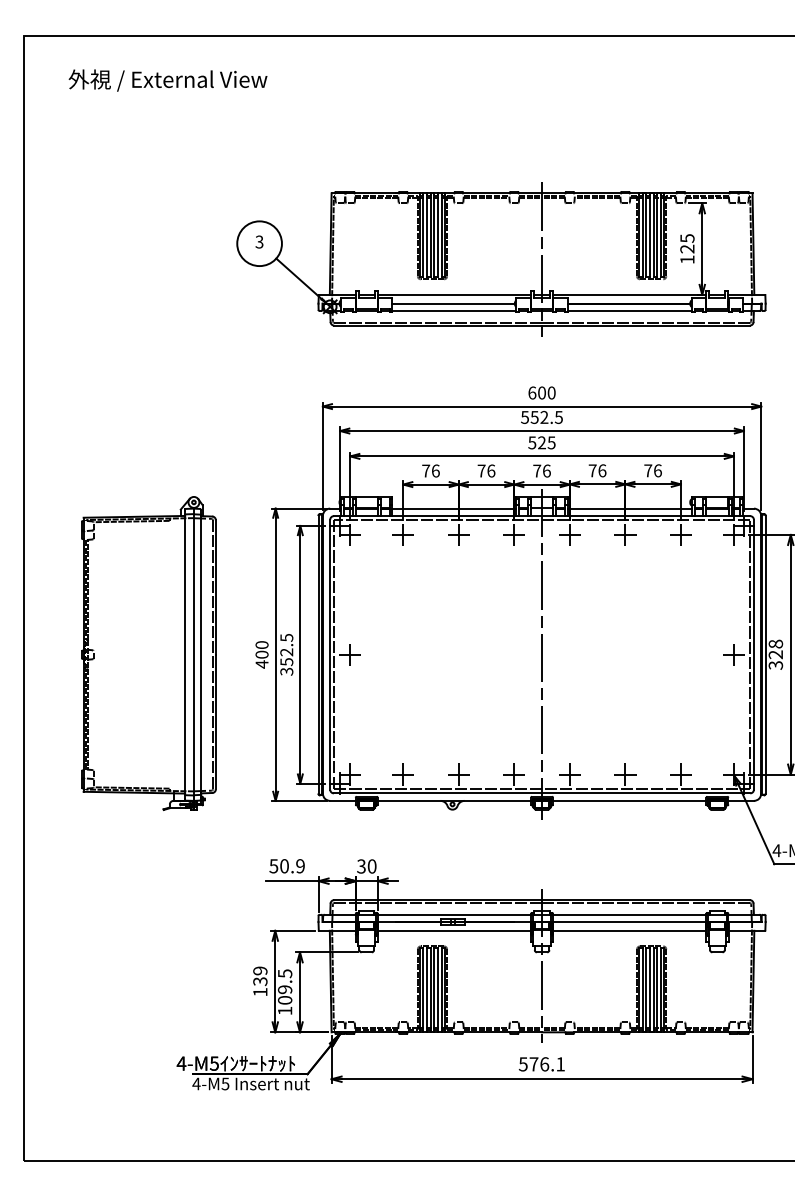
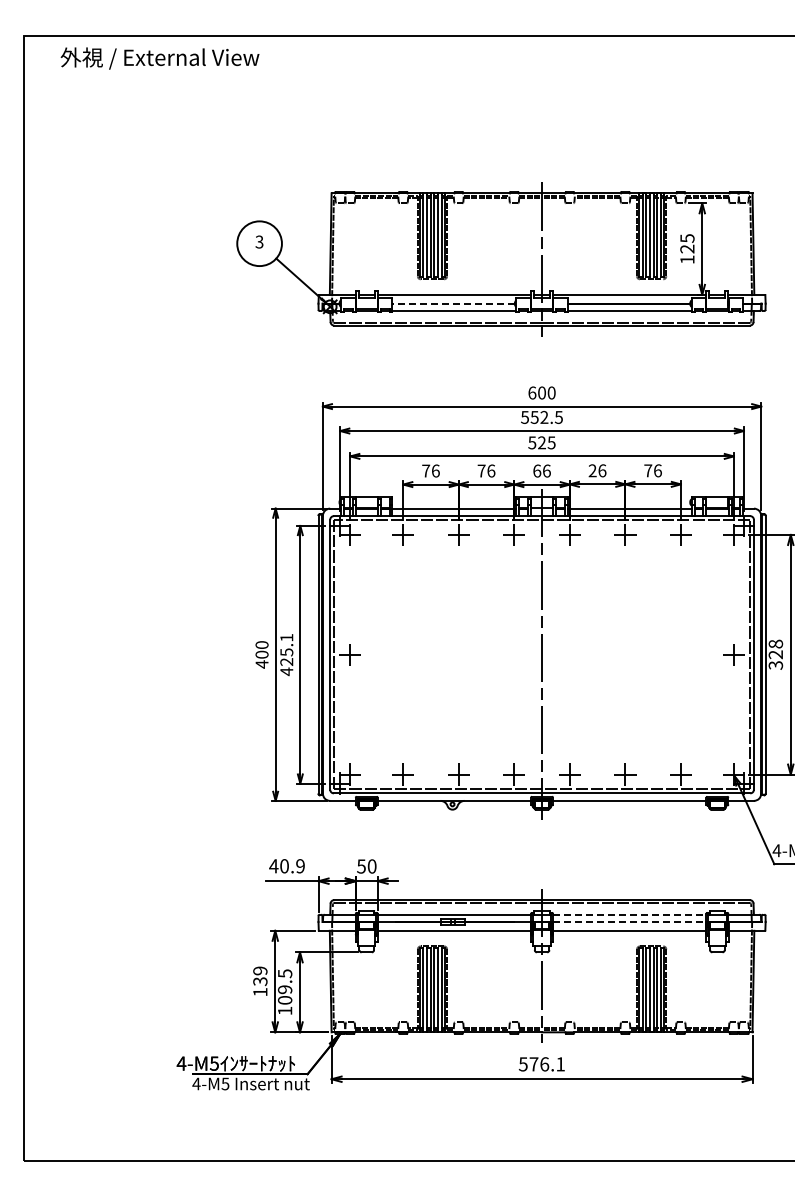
text at (167, 80) position: (167, 80) -> (159, 58)
line at (453, 303): solid -> dashed
text at (537, 470): 76 -> 66
text at (592, 470): 76 -> 26
part at (148, 653): present -> none
text at (286, 655): 352.5 -> 425.1
text at (273, 866): 50.9 -> 40.9
text at (361, 866): 30 -> 50
line at (629, 914): solid -> dashed
line at (629, 922): solid -> dashed
